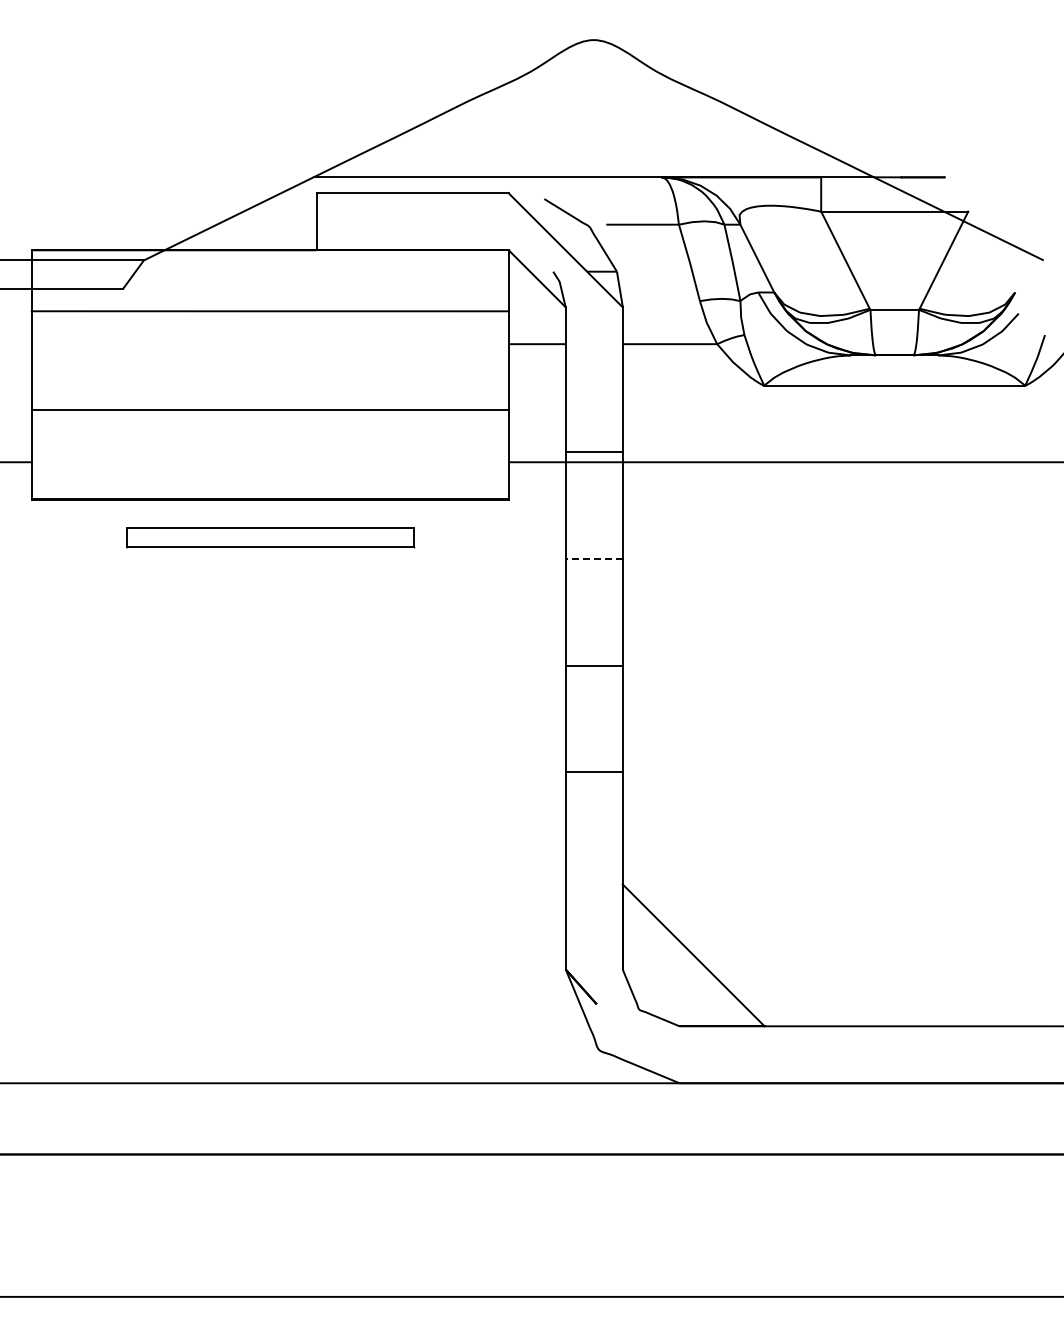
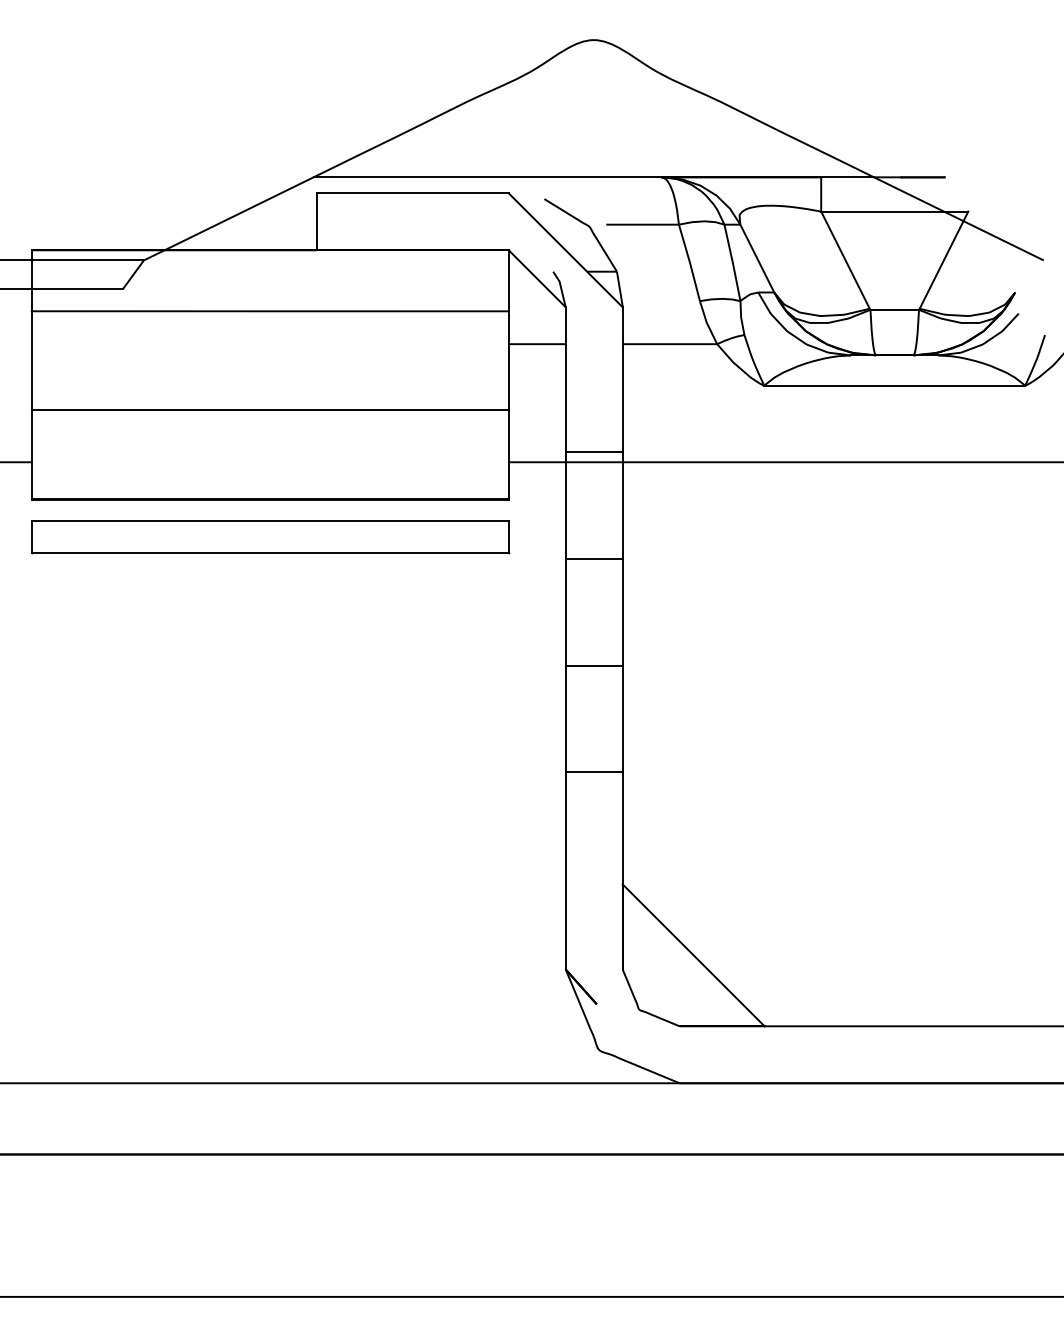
part at (270, 537) size: 290x22 px -> 480x35 px
line at (593, 558): dashed -> solid
